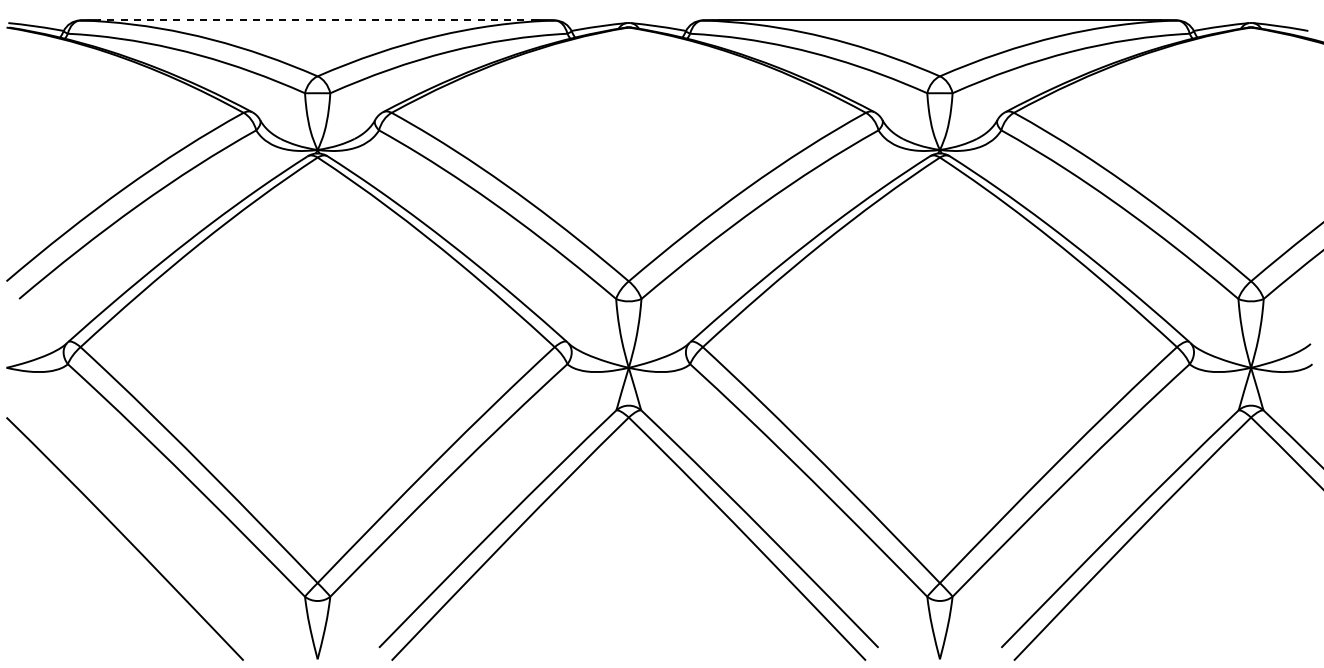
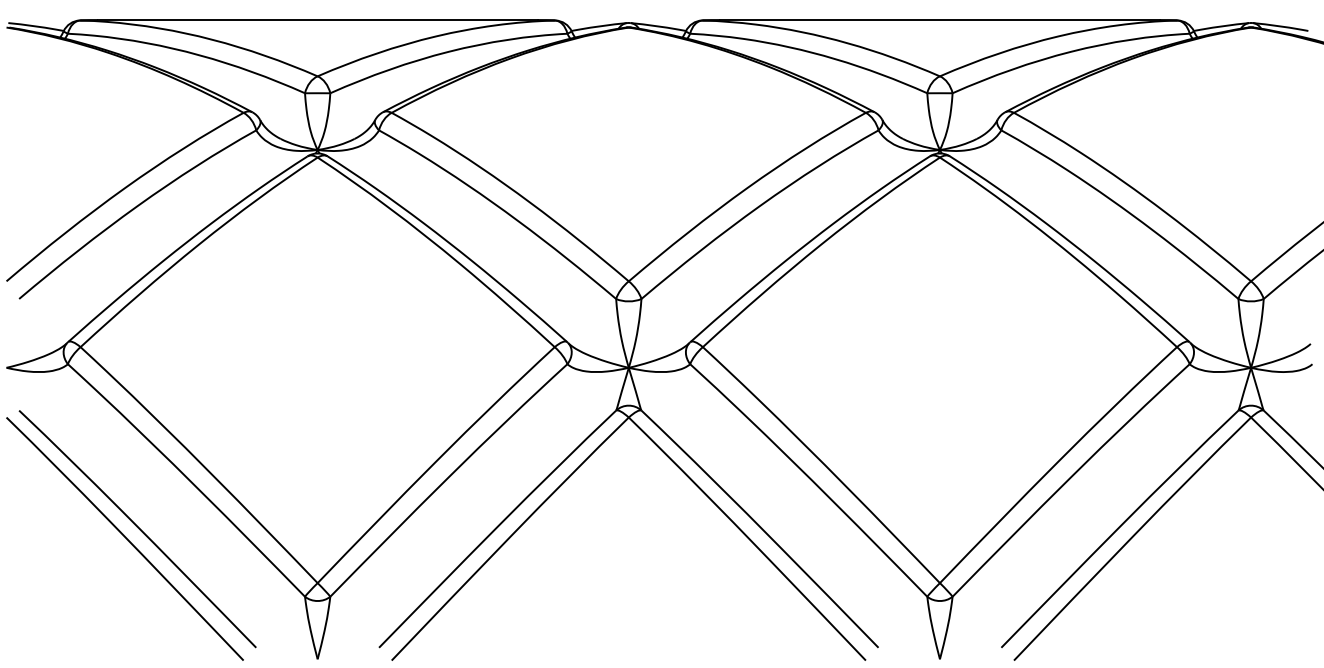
line at (317, 20): dashed -> solid
curve at (137, 528): none -> present
